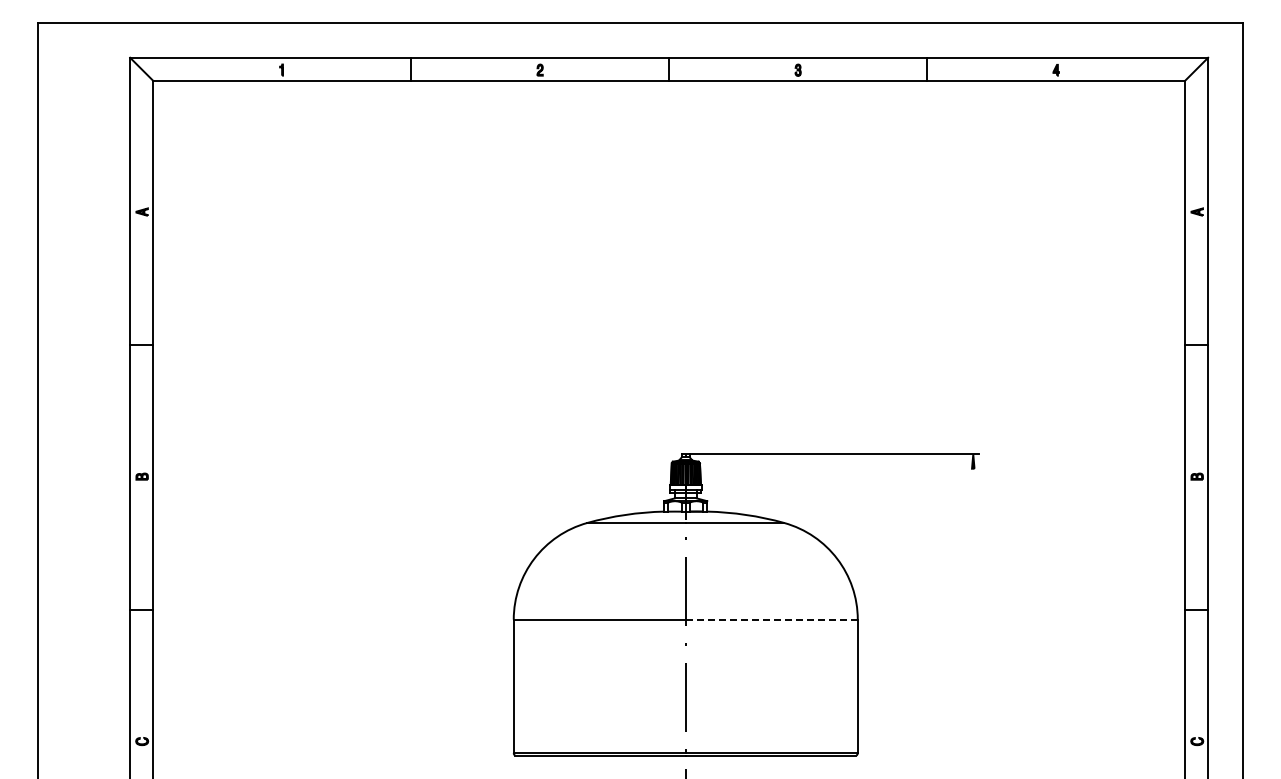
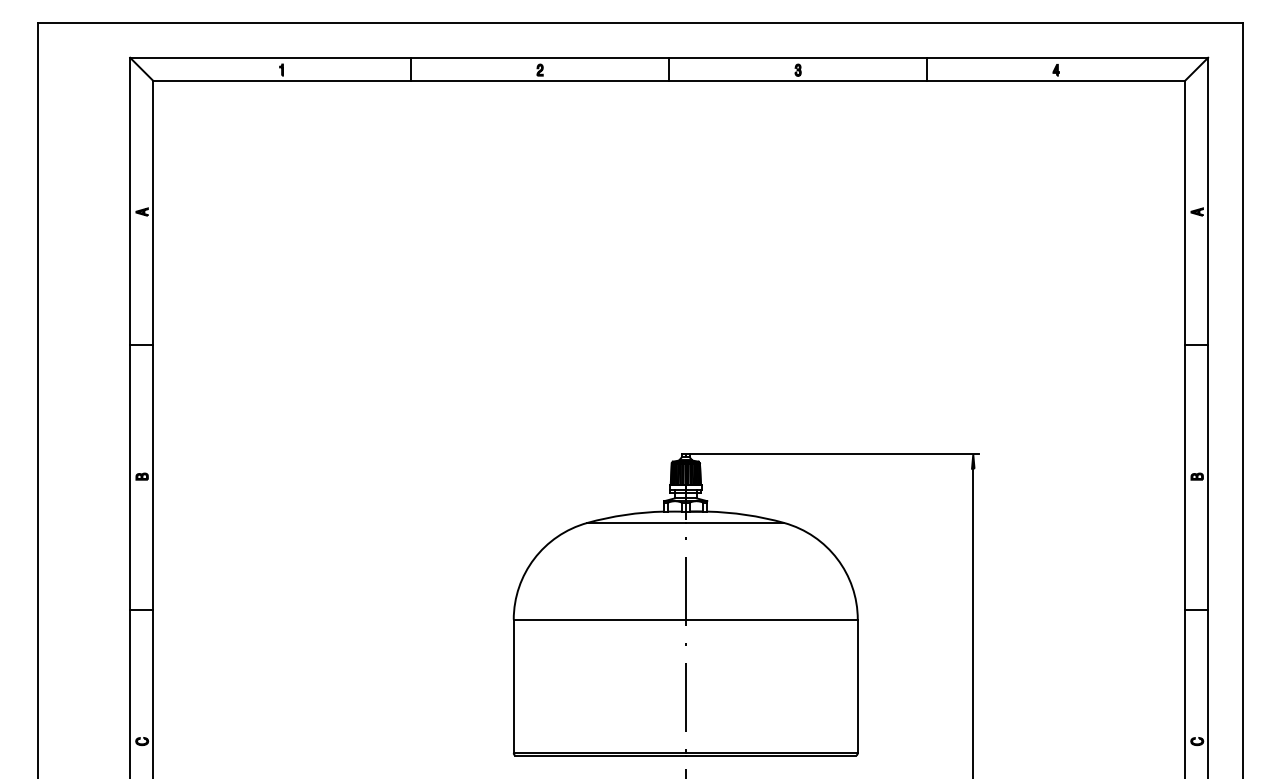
line at (772, 619): dashed -> solid
line at (973, 621): none -> present
